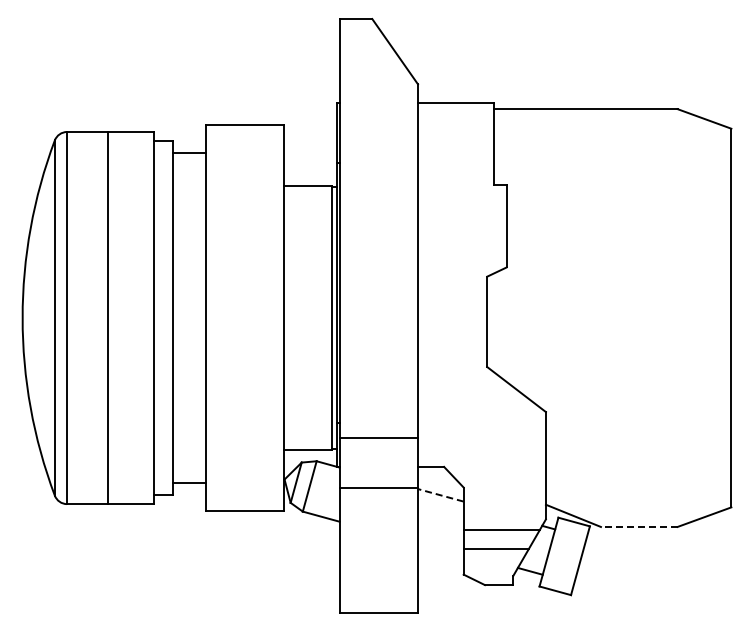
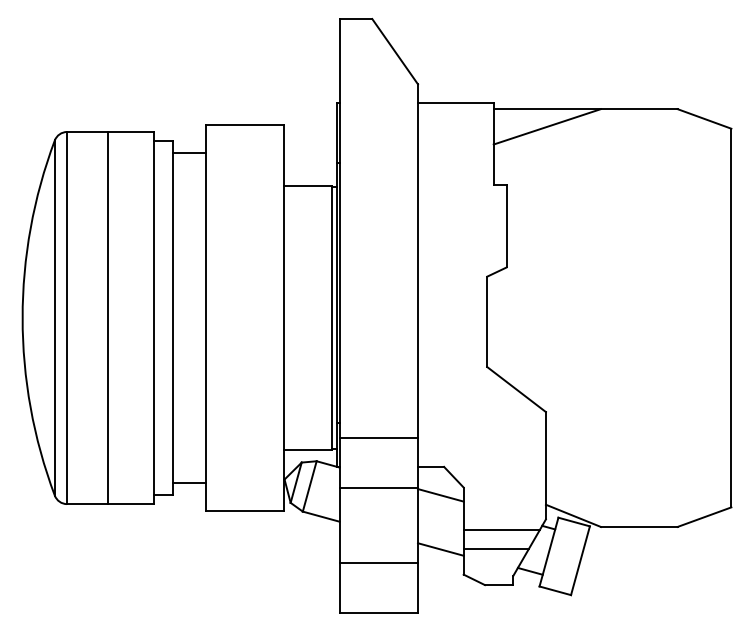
line at (546, 126): none -> present
line at (440, 495): dashed -> solid
line at (638, 526): dashed -> solid
line at (440, 549): none -> present
line at (378, 563): none -> present
